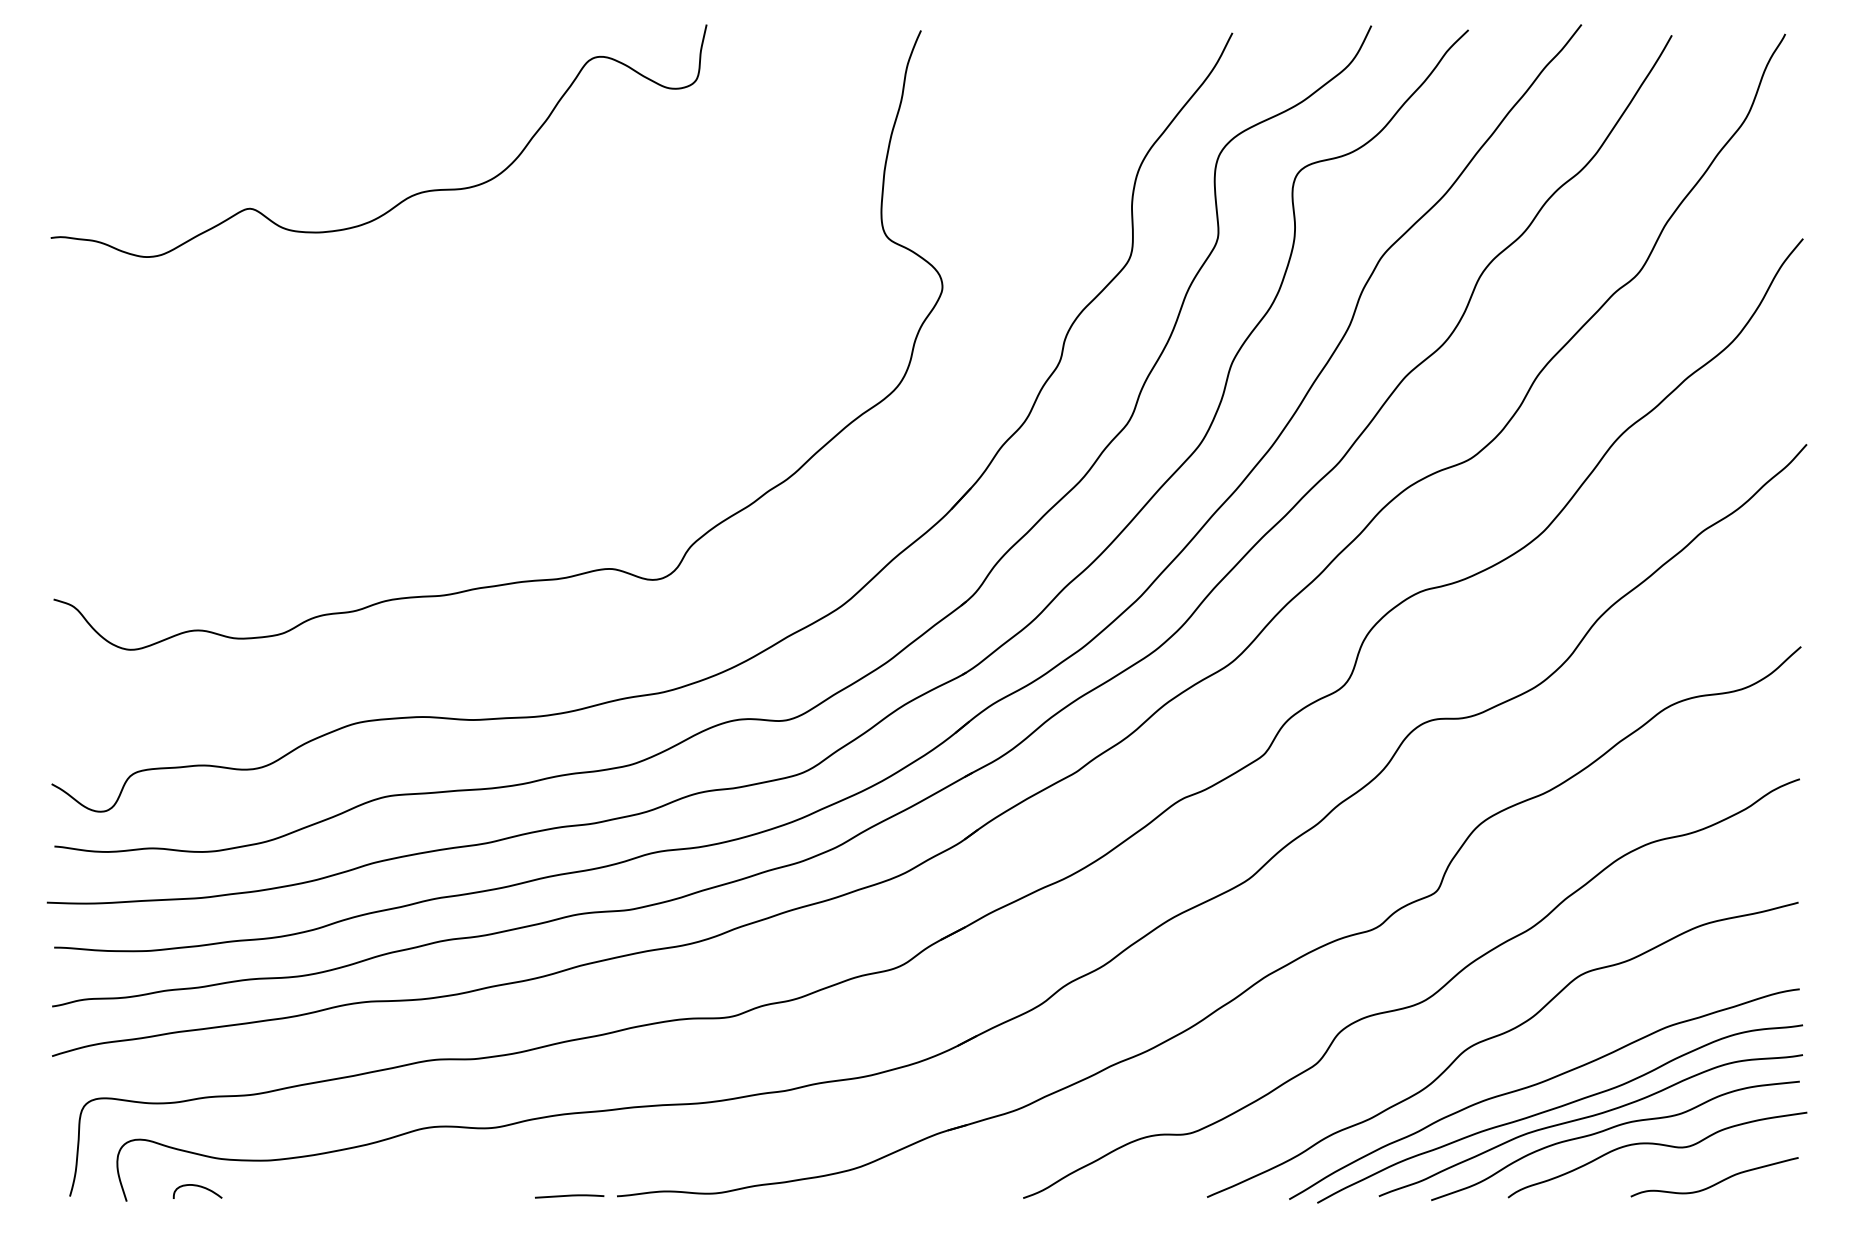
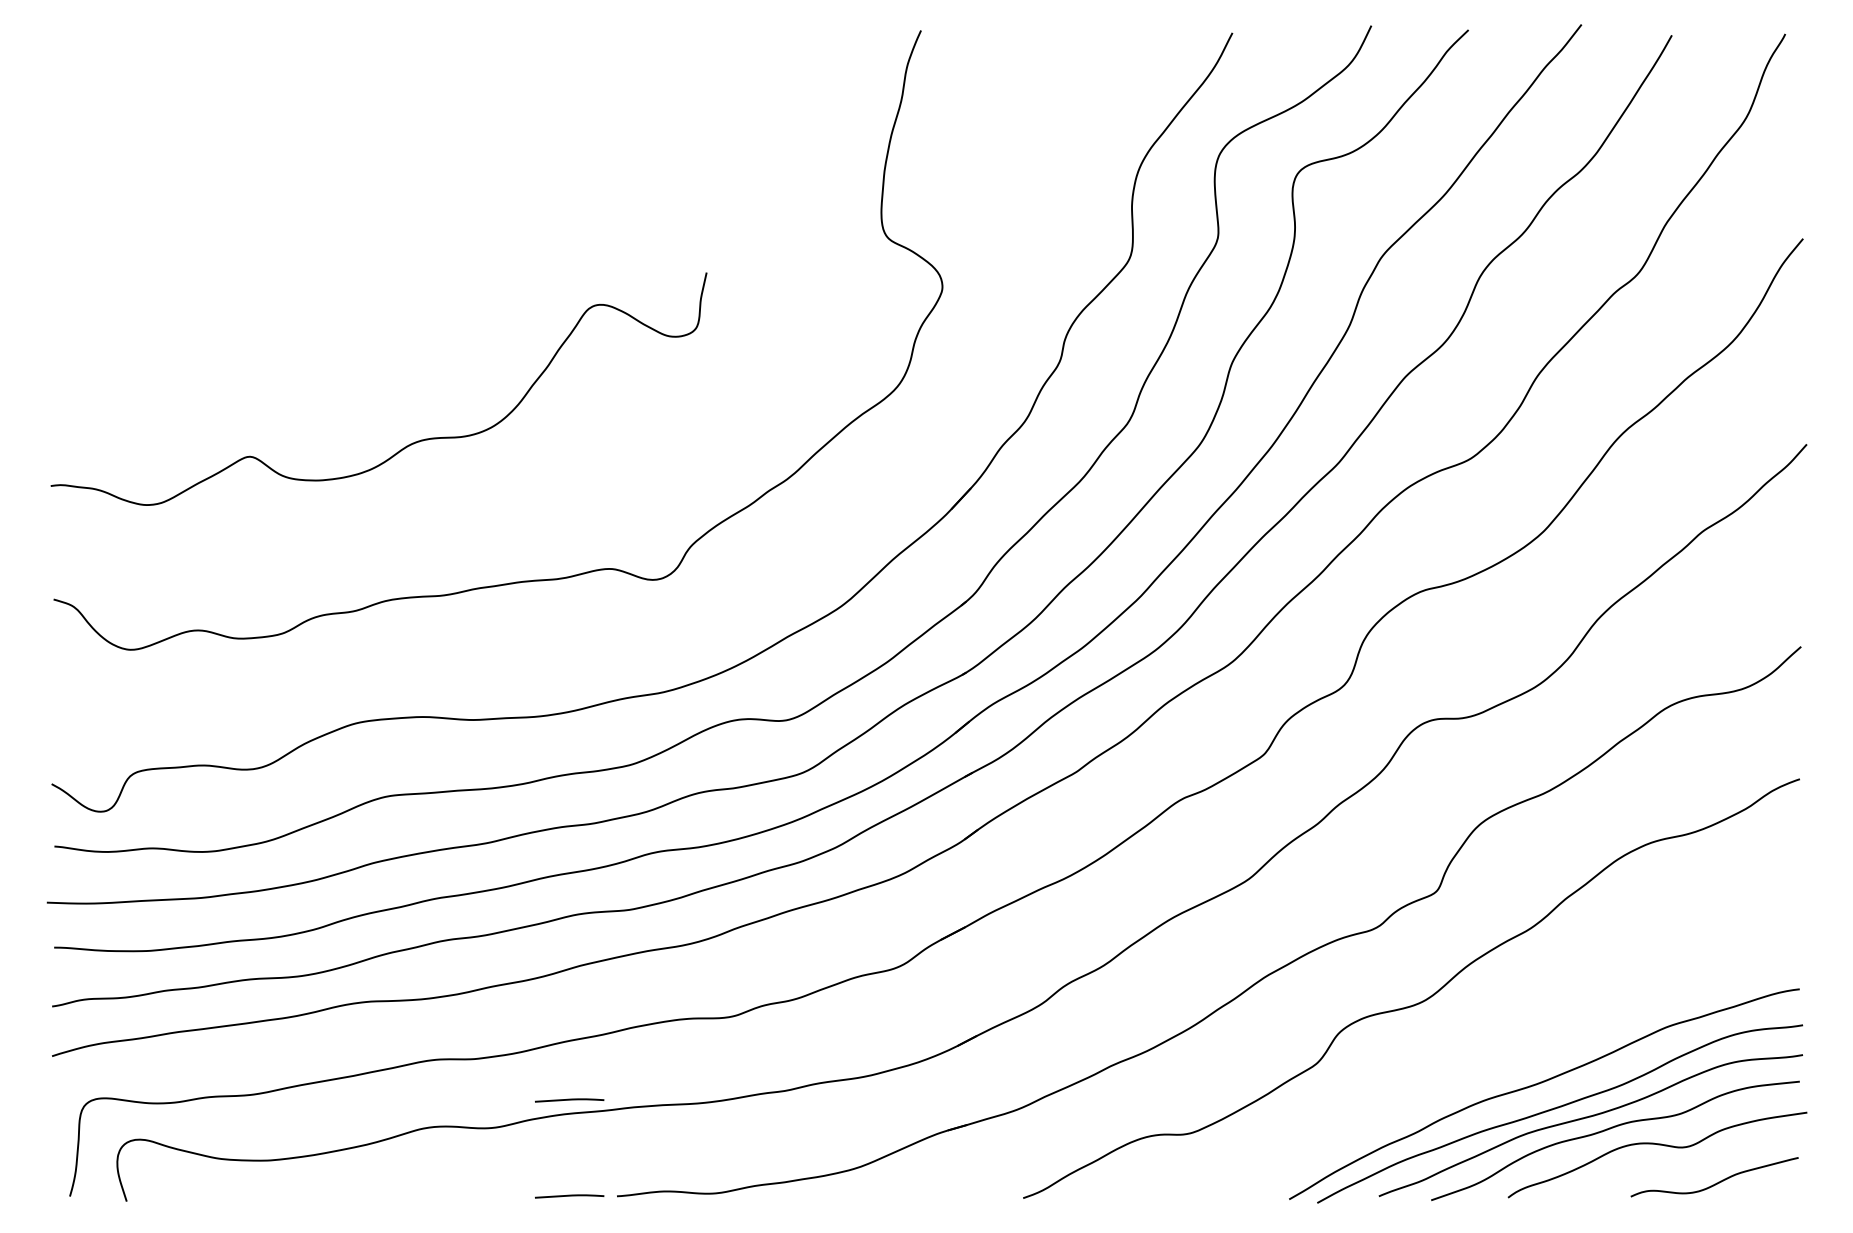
curve at (406, 197) position: (406, 197) -> (406, 445)
curve at (1496, 1037): present -> none
line at (569, 1100): none -> present
curve at (199, 1187): present -> none
